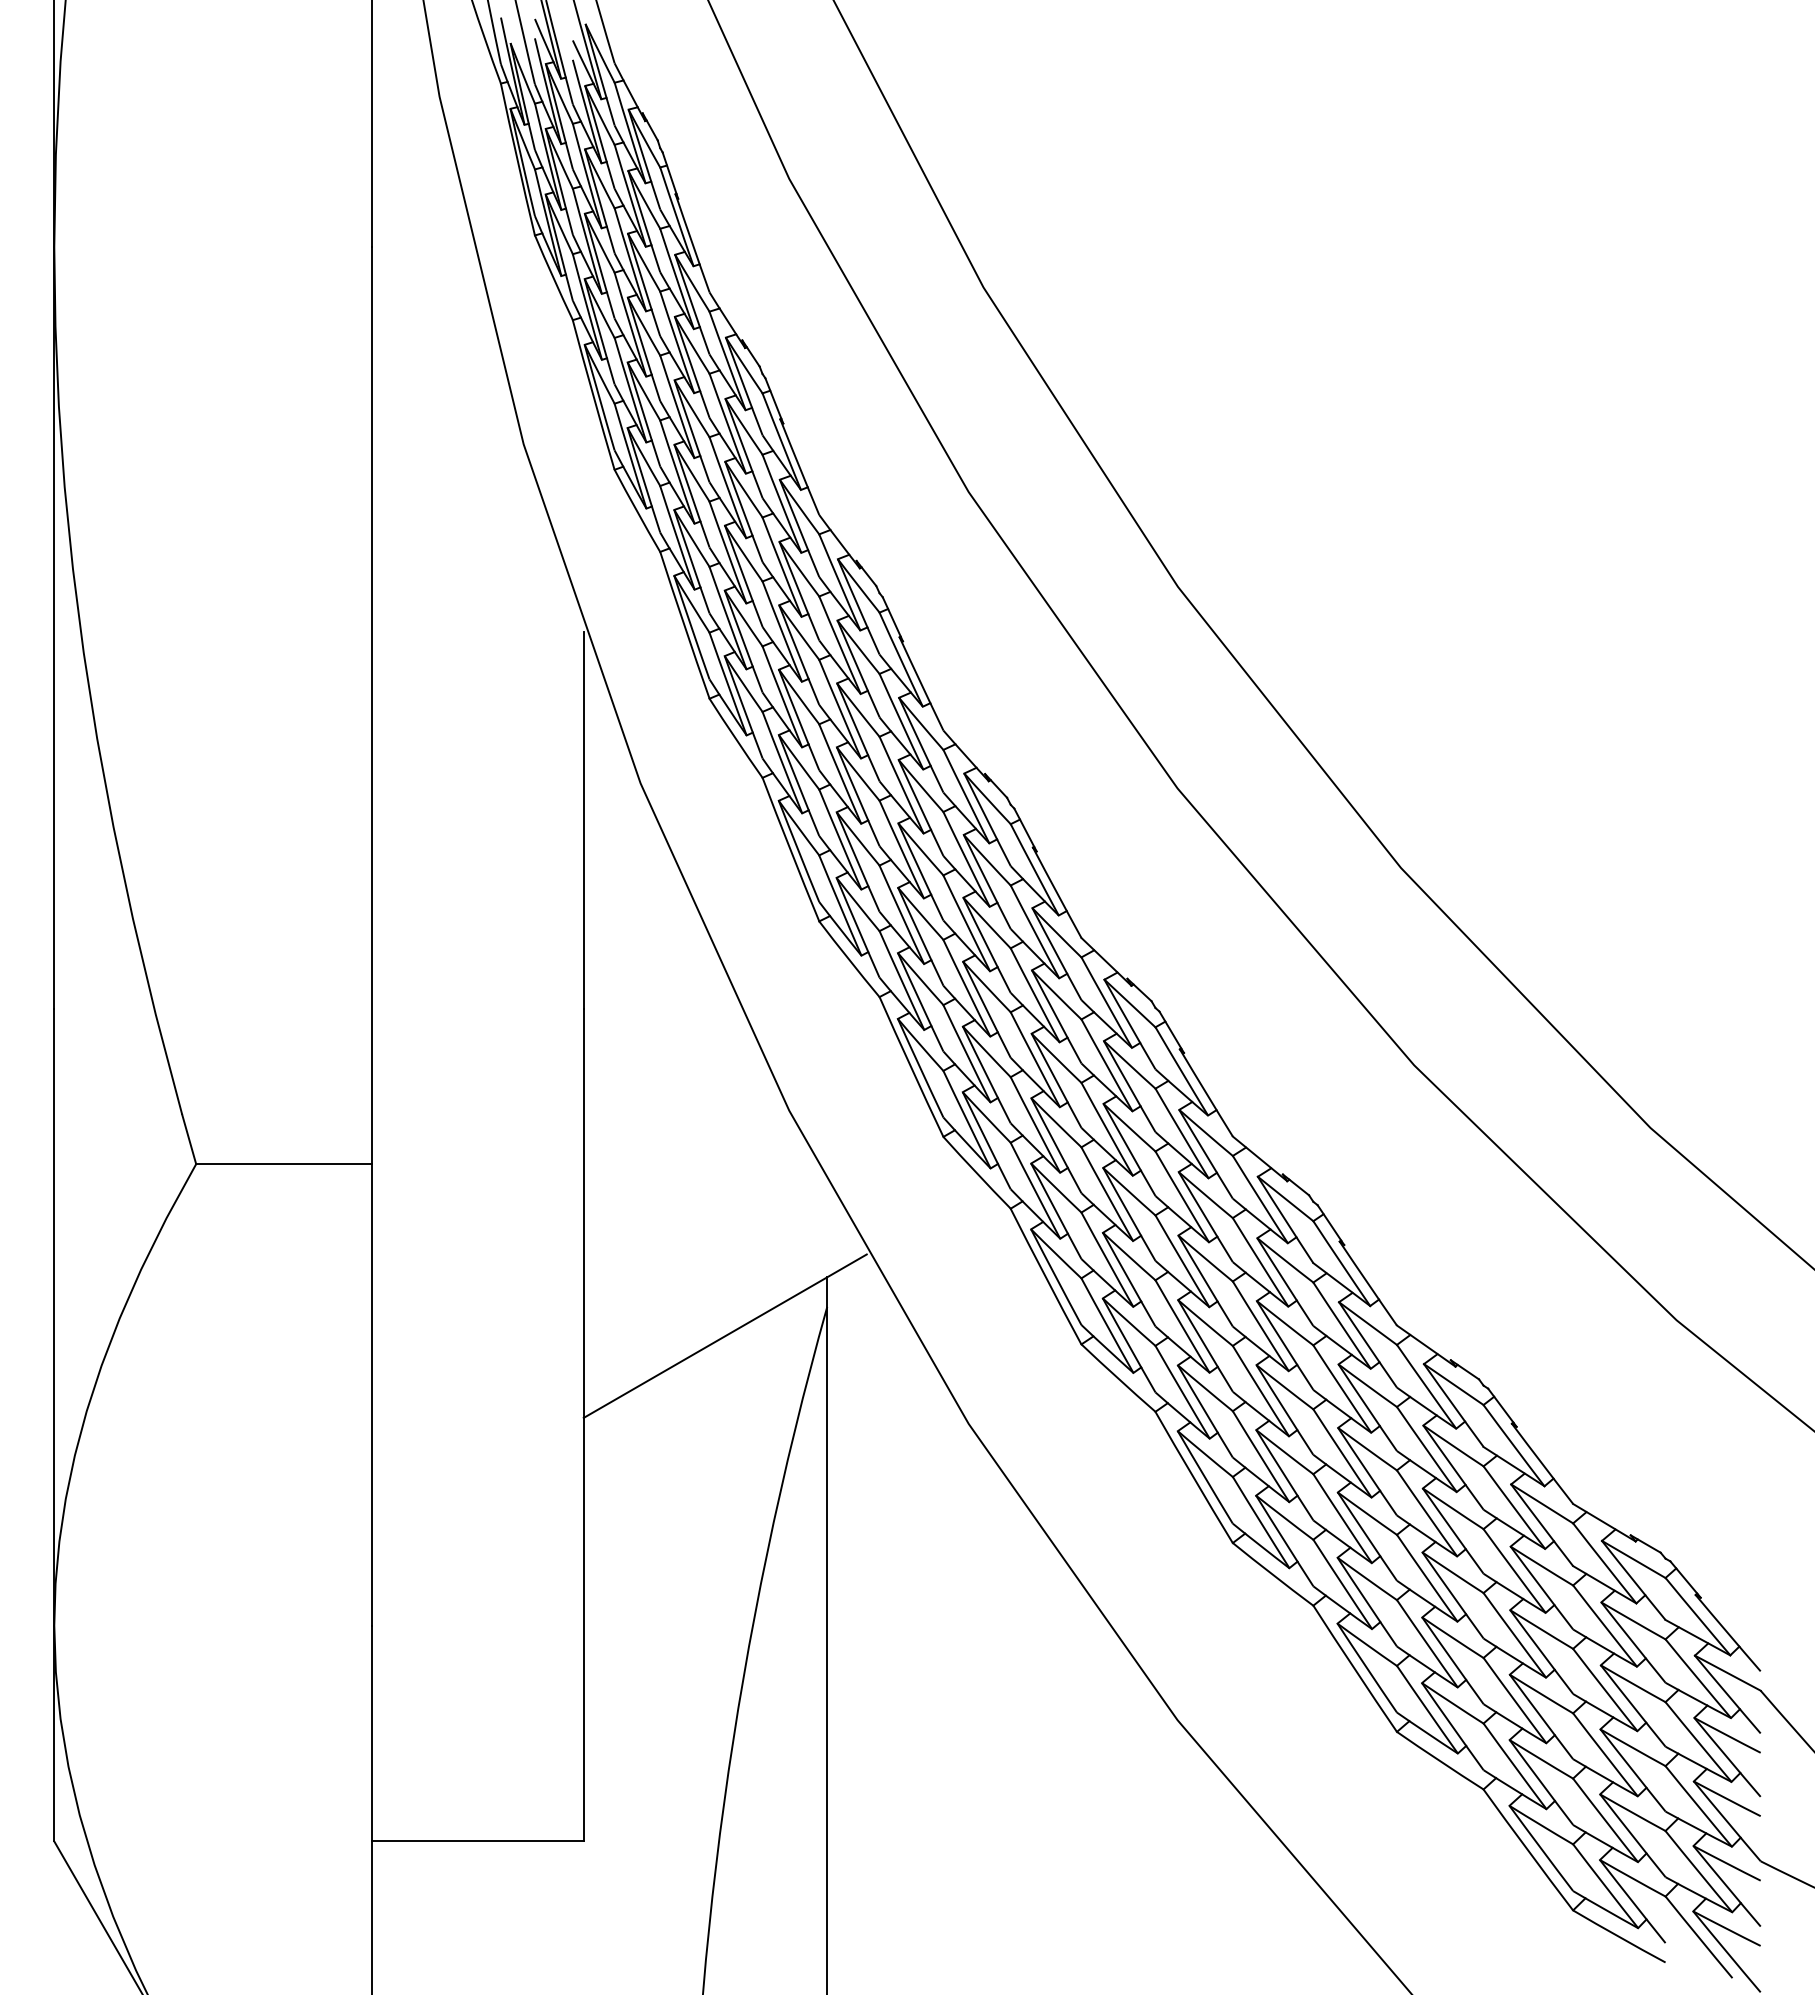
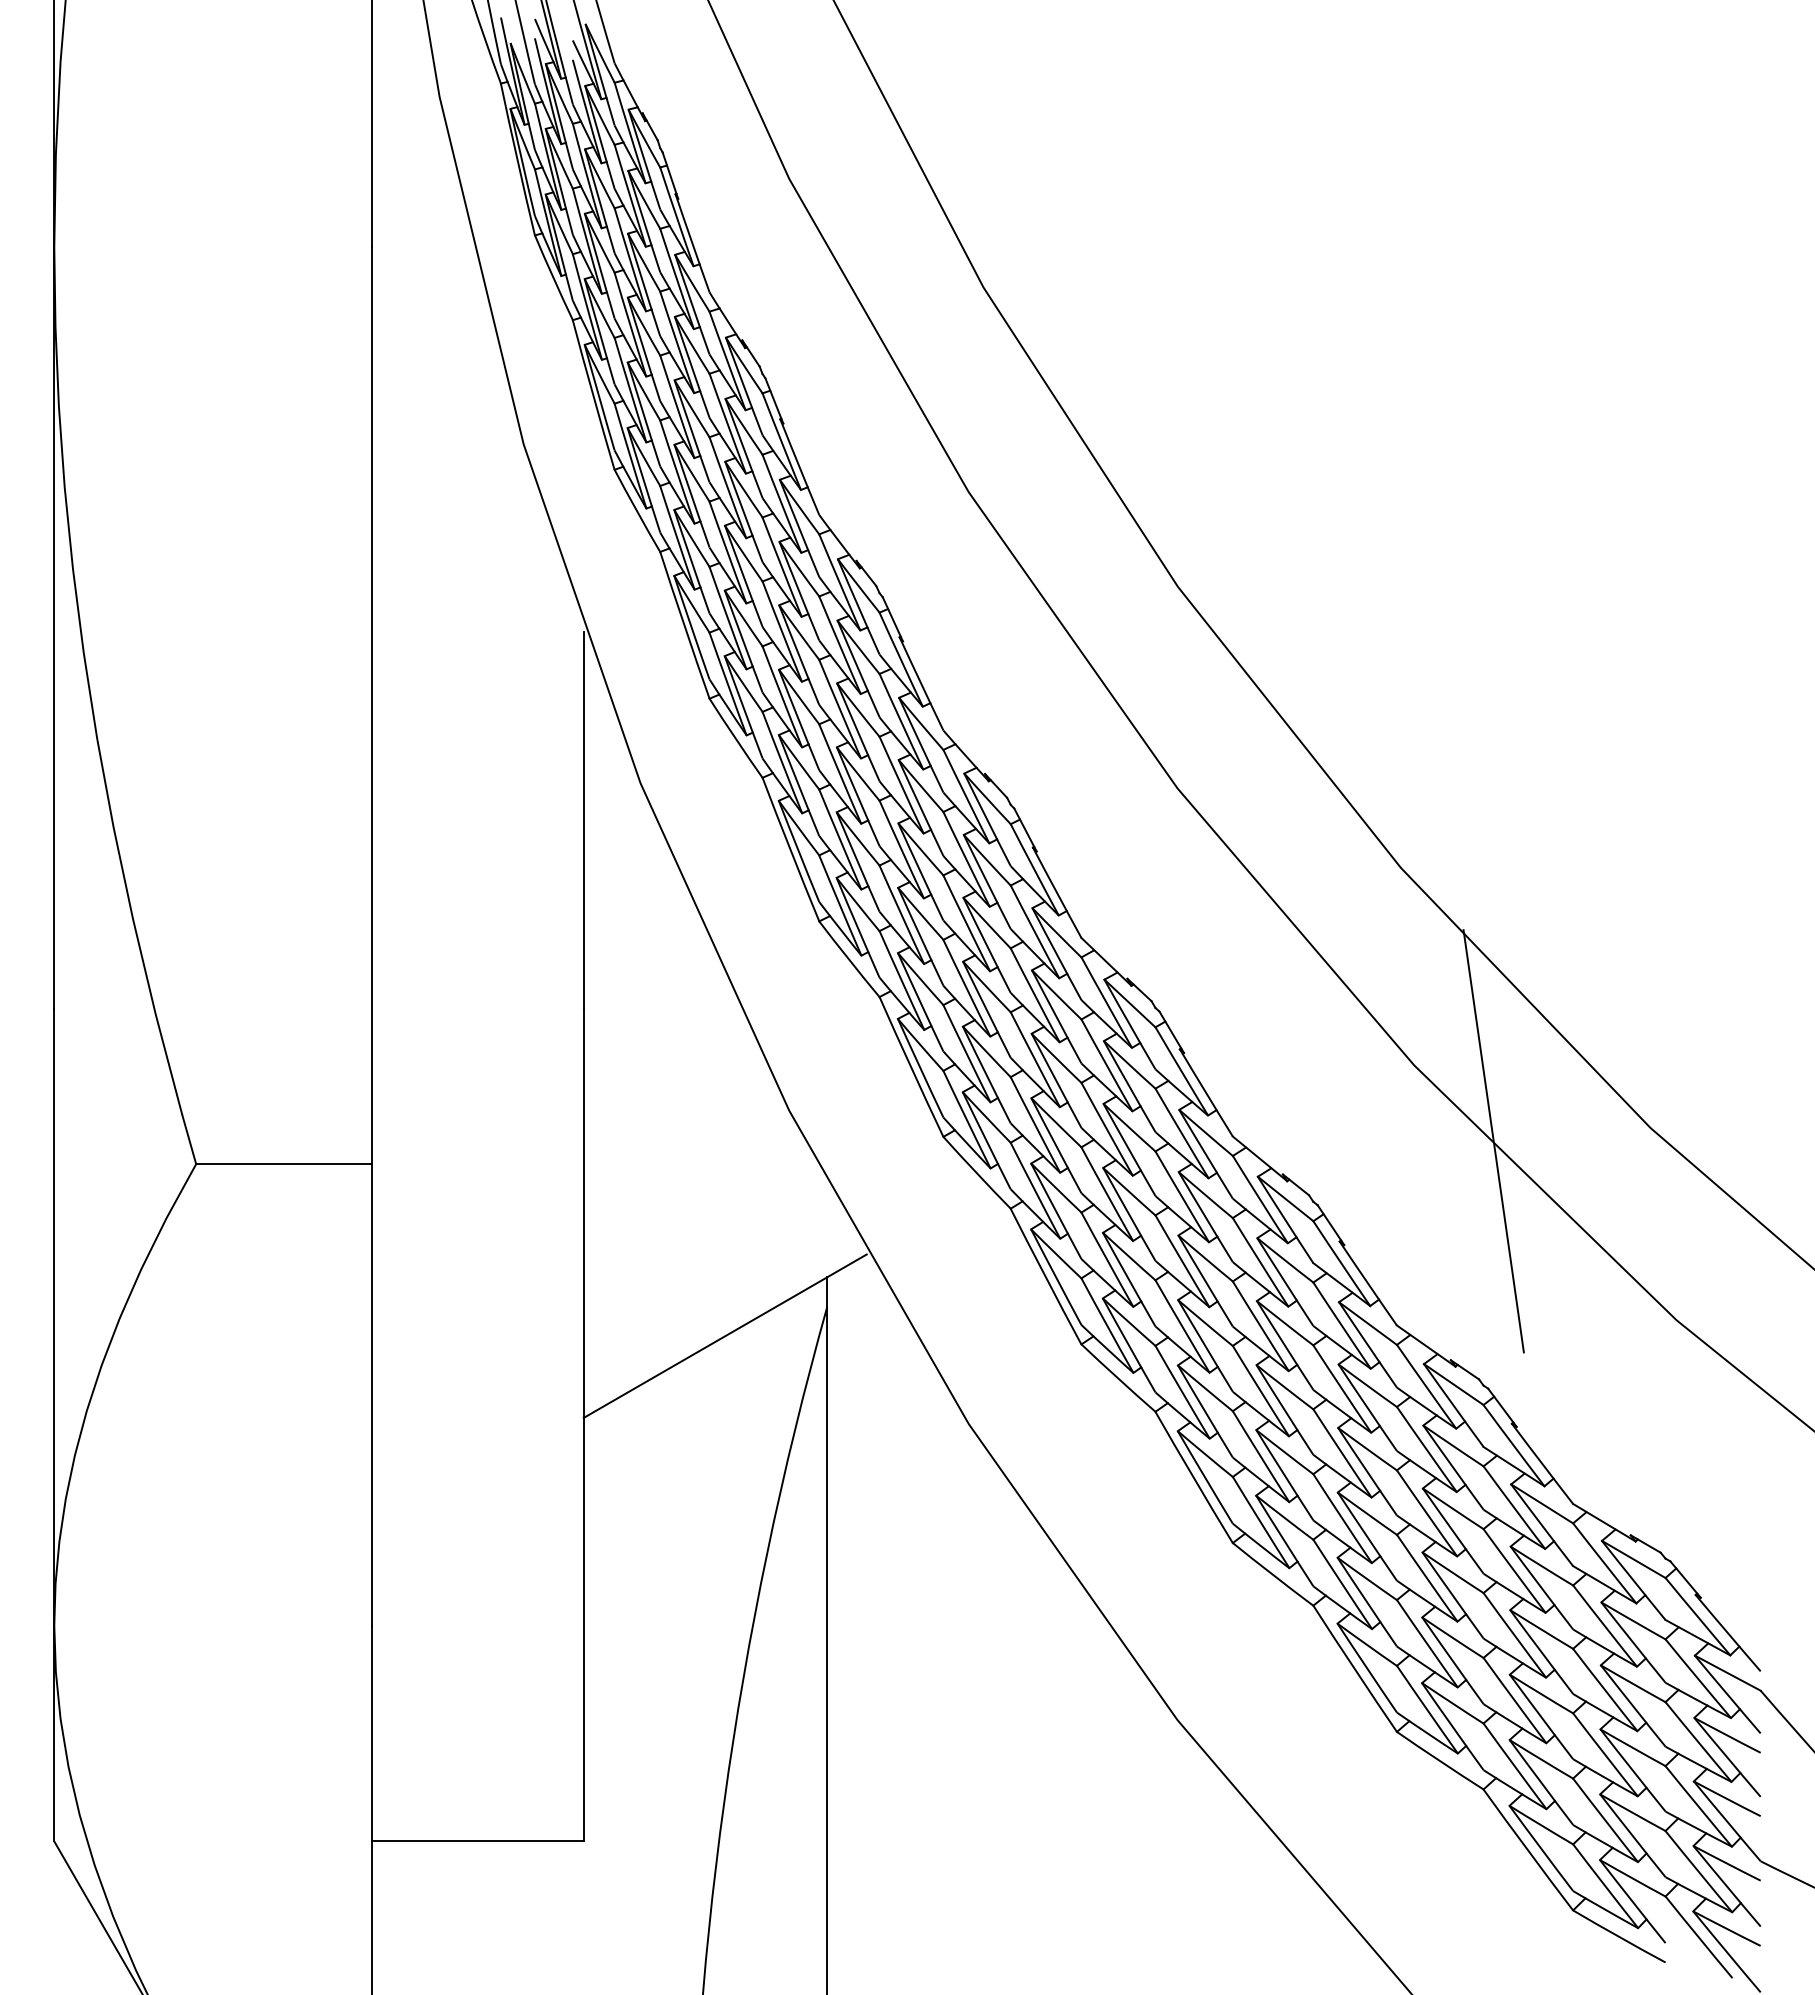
line at (1493, 1141): none -> present
